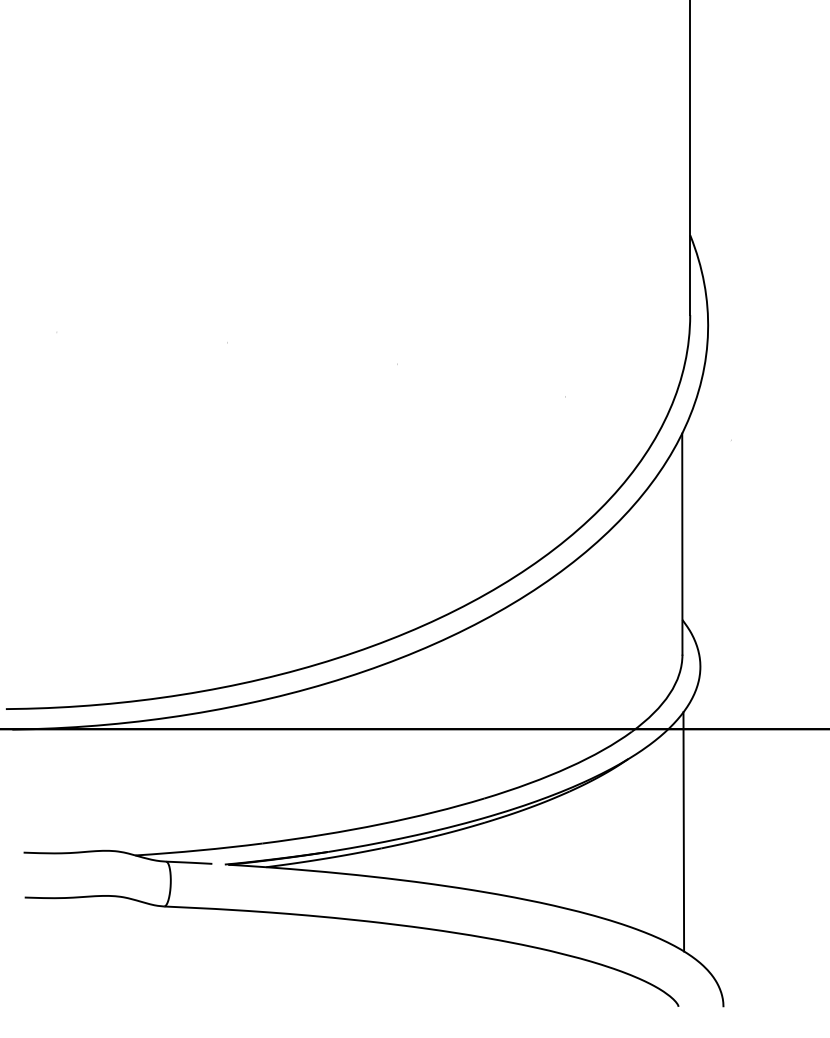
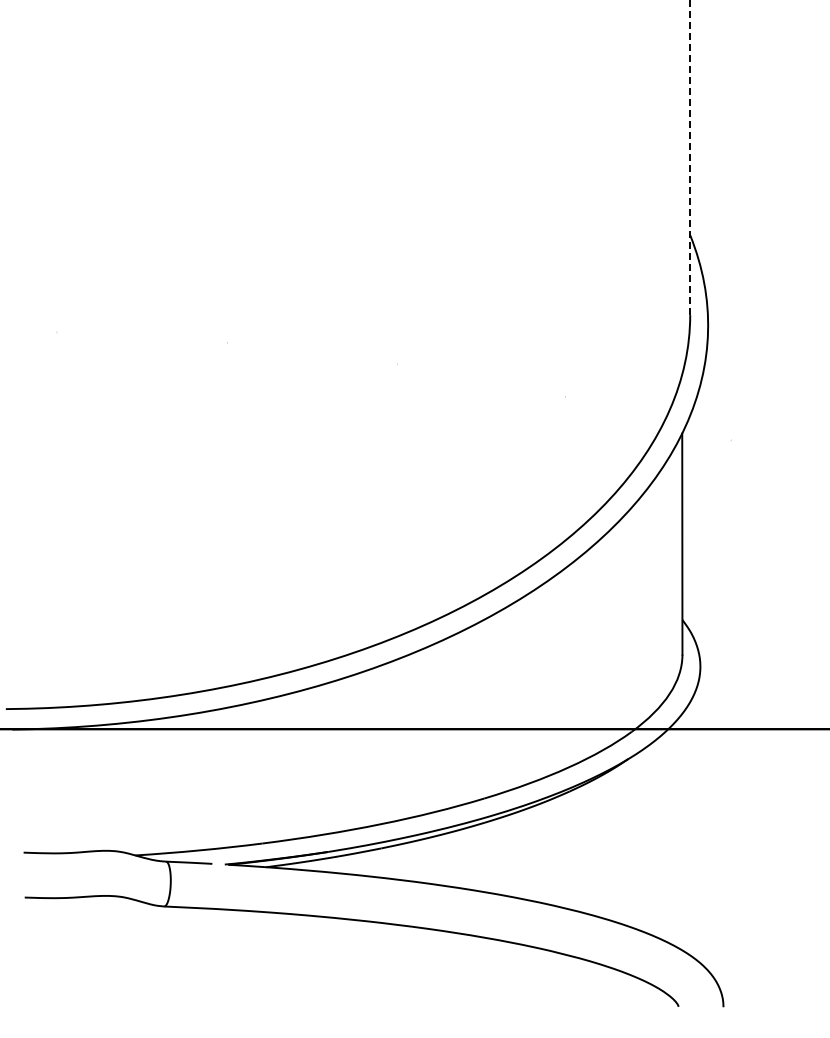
line at (690, 157): solid -> dashed
line at (683, 831): present -> none
